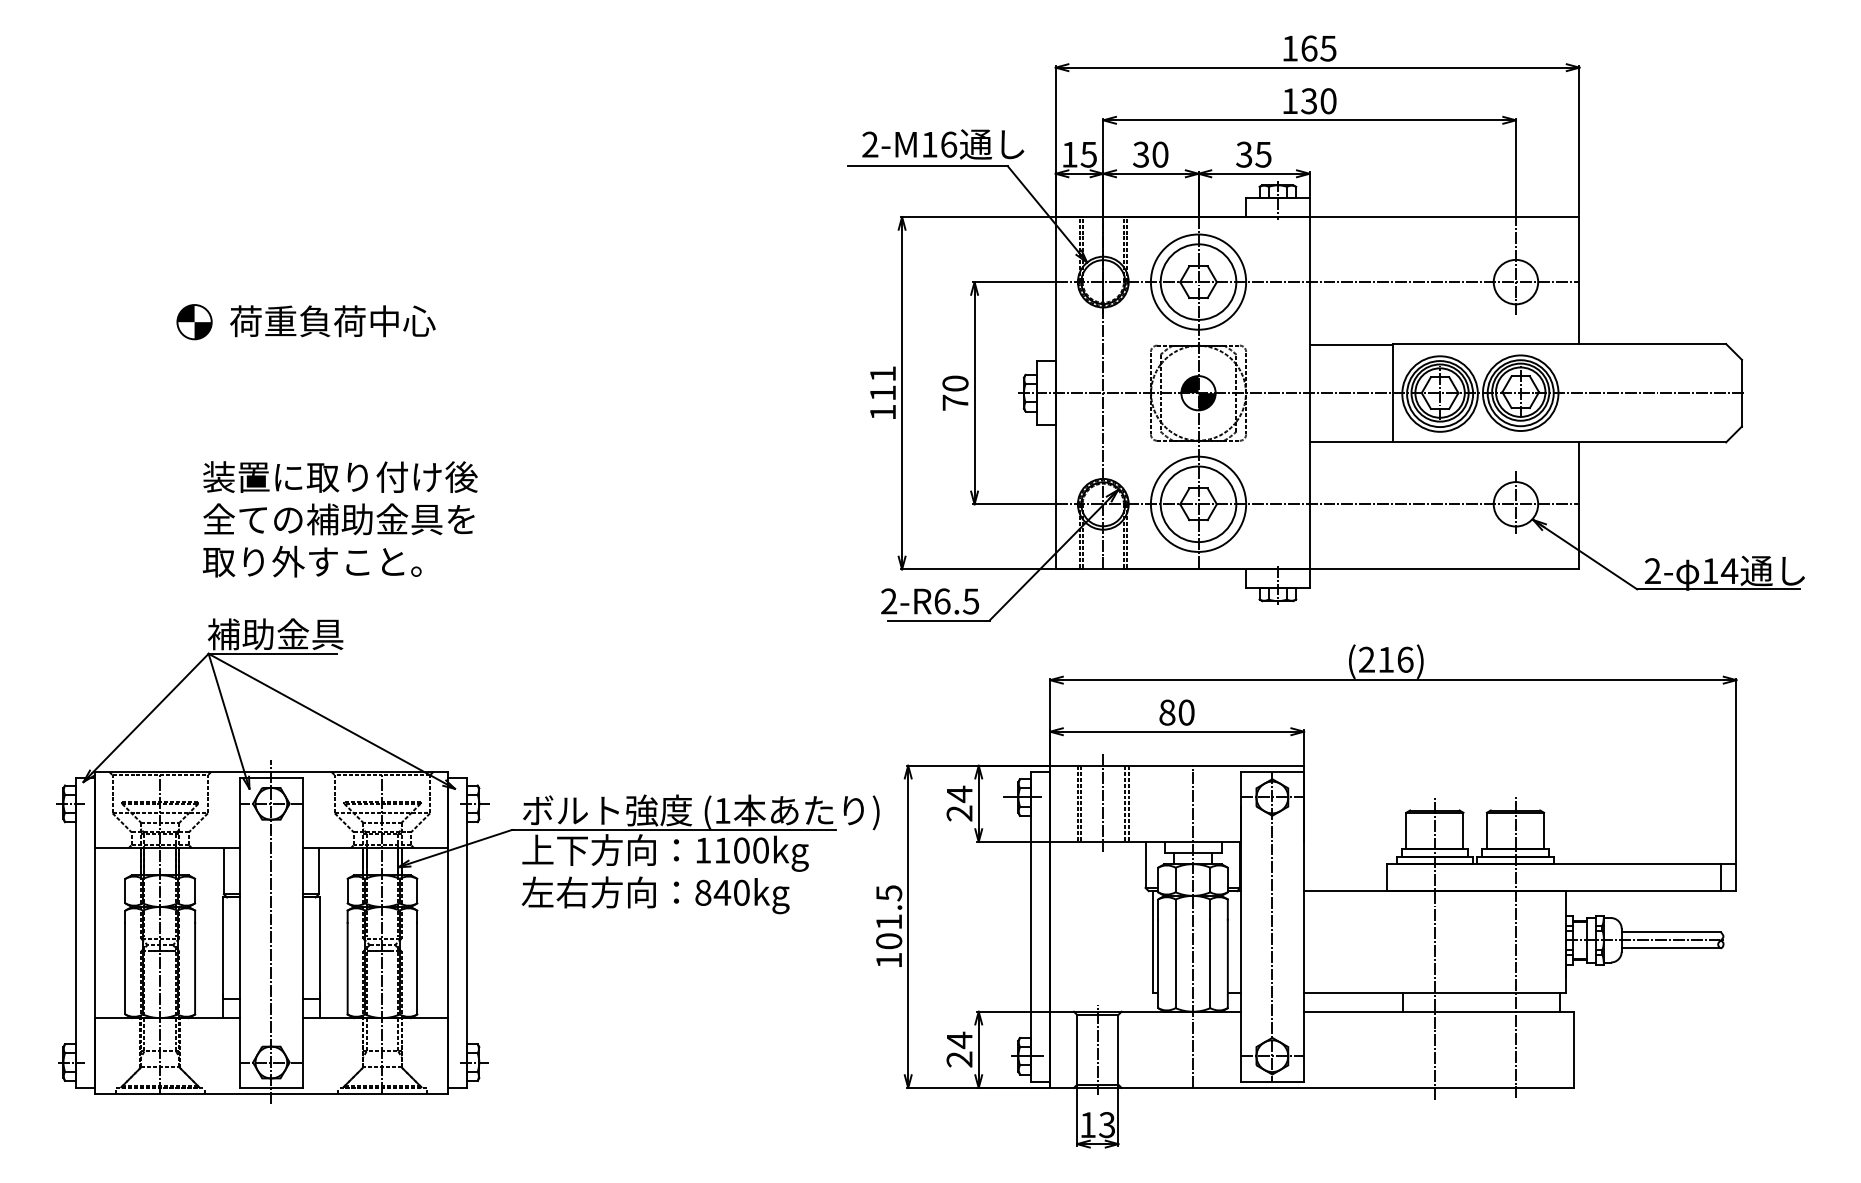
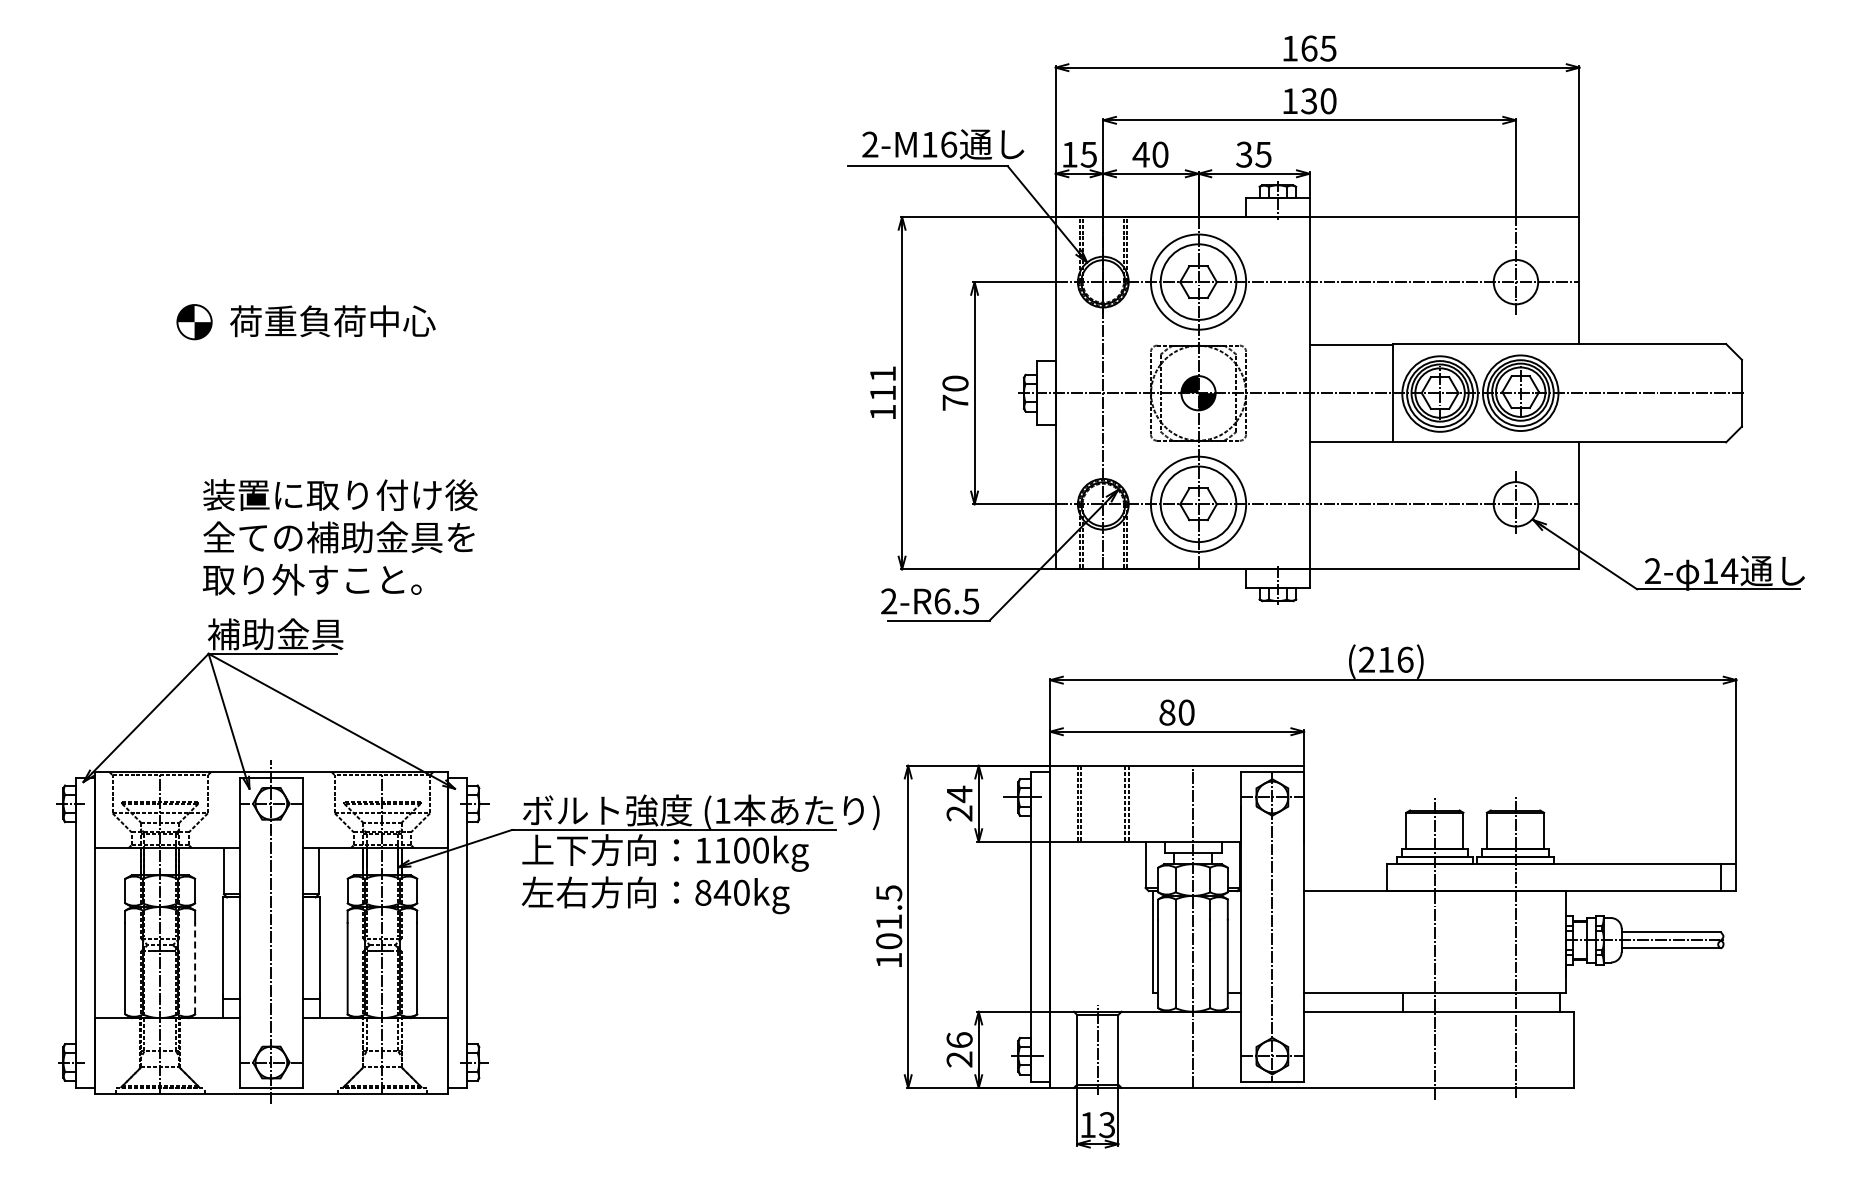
text at (1140, 154): 30 -> 40
text at (339, 519) position: (339, 519) -> (339, 537)
line at (1103, 802): present -> none
line at (195, 968): solid -> dashed
text at (959, 1040): 24 -> 26
